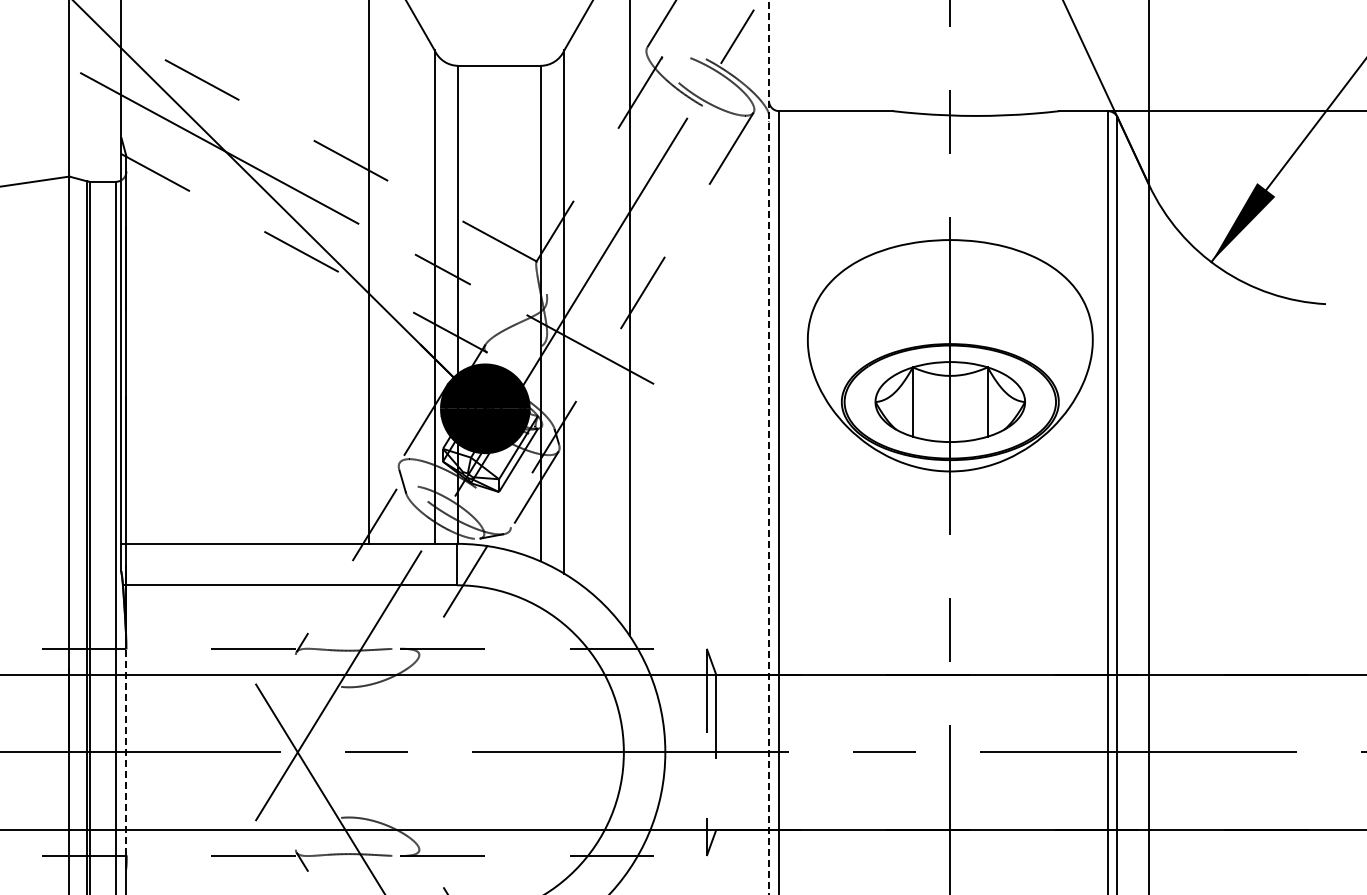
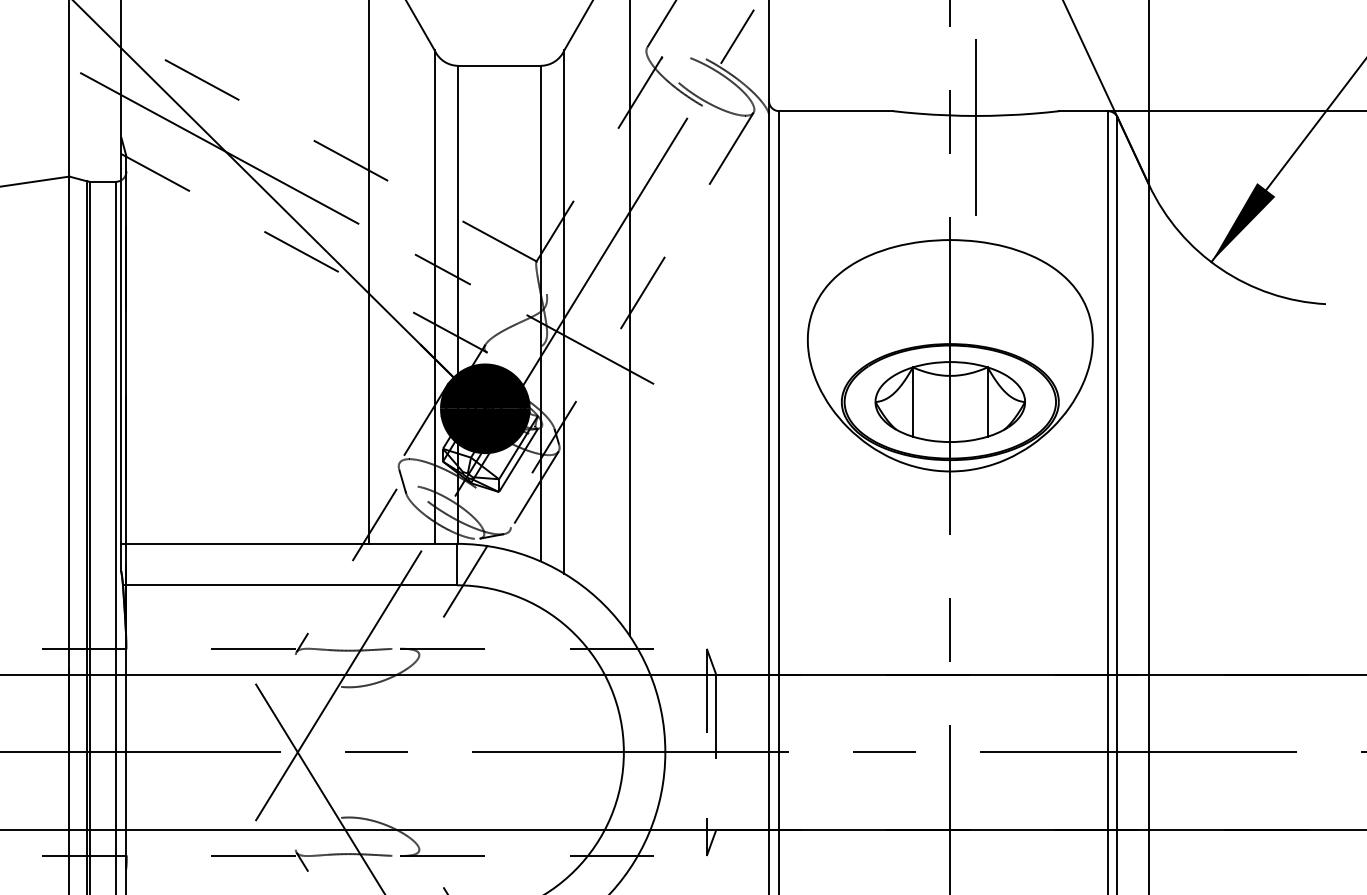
line at (976, 126): none -> present
line at (768, 448): dashed -> solid
line at (126, 752): dashed -> solid
